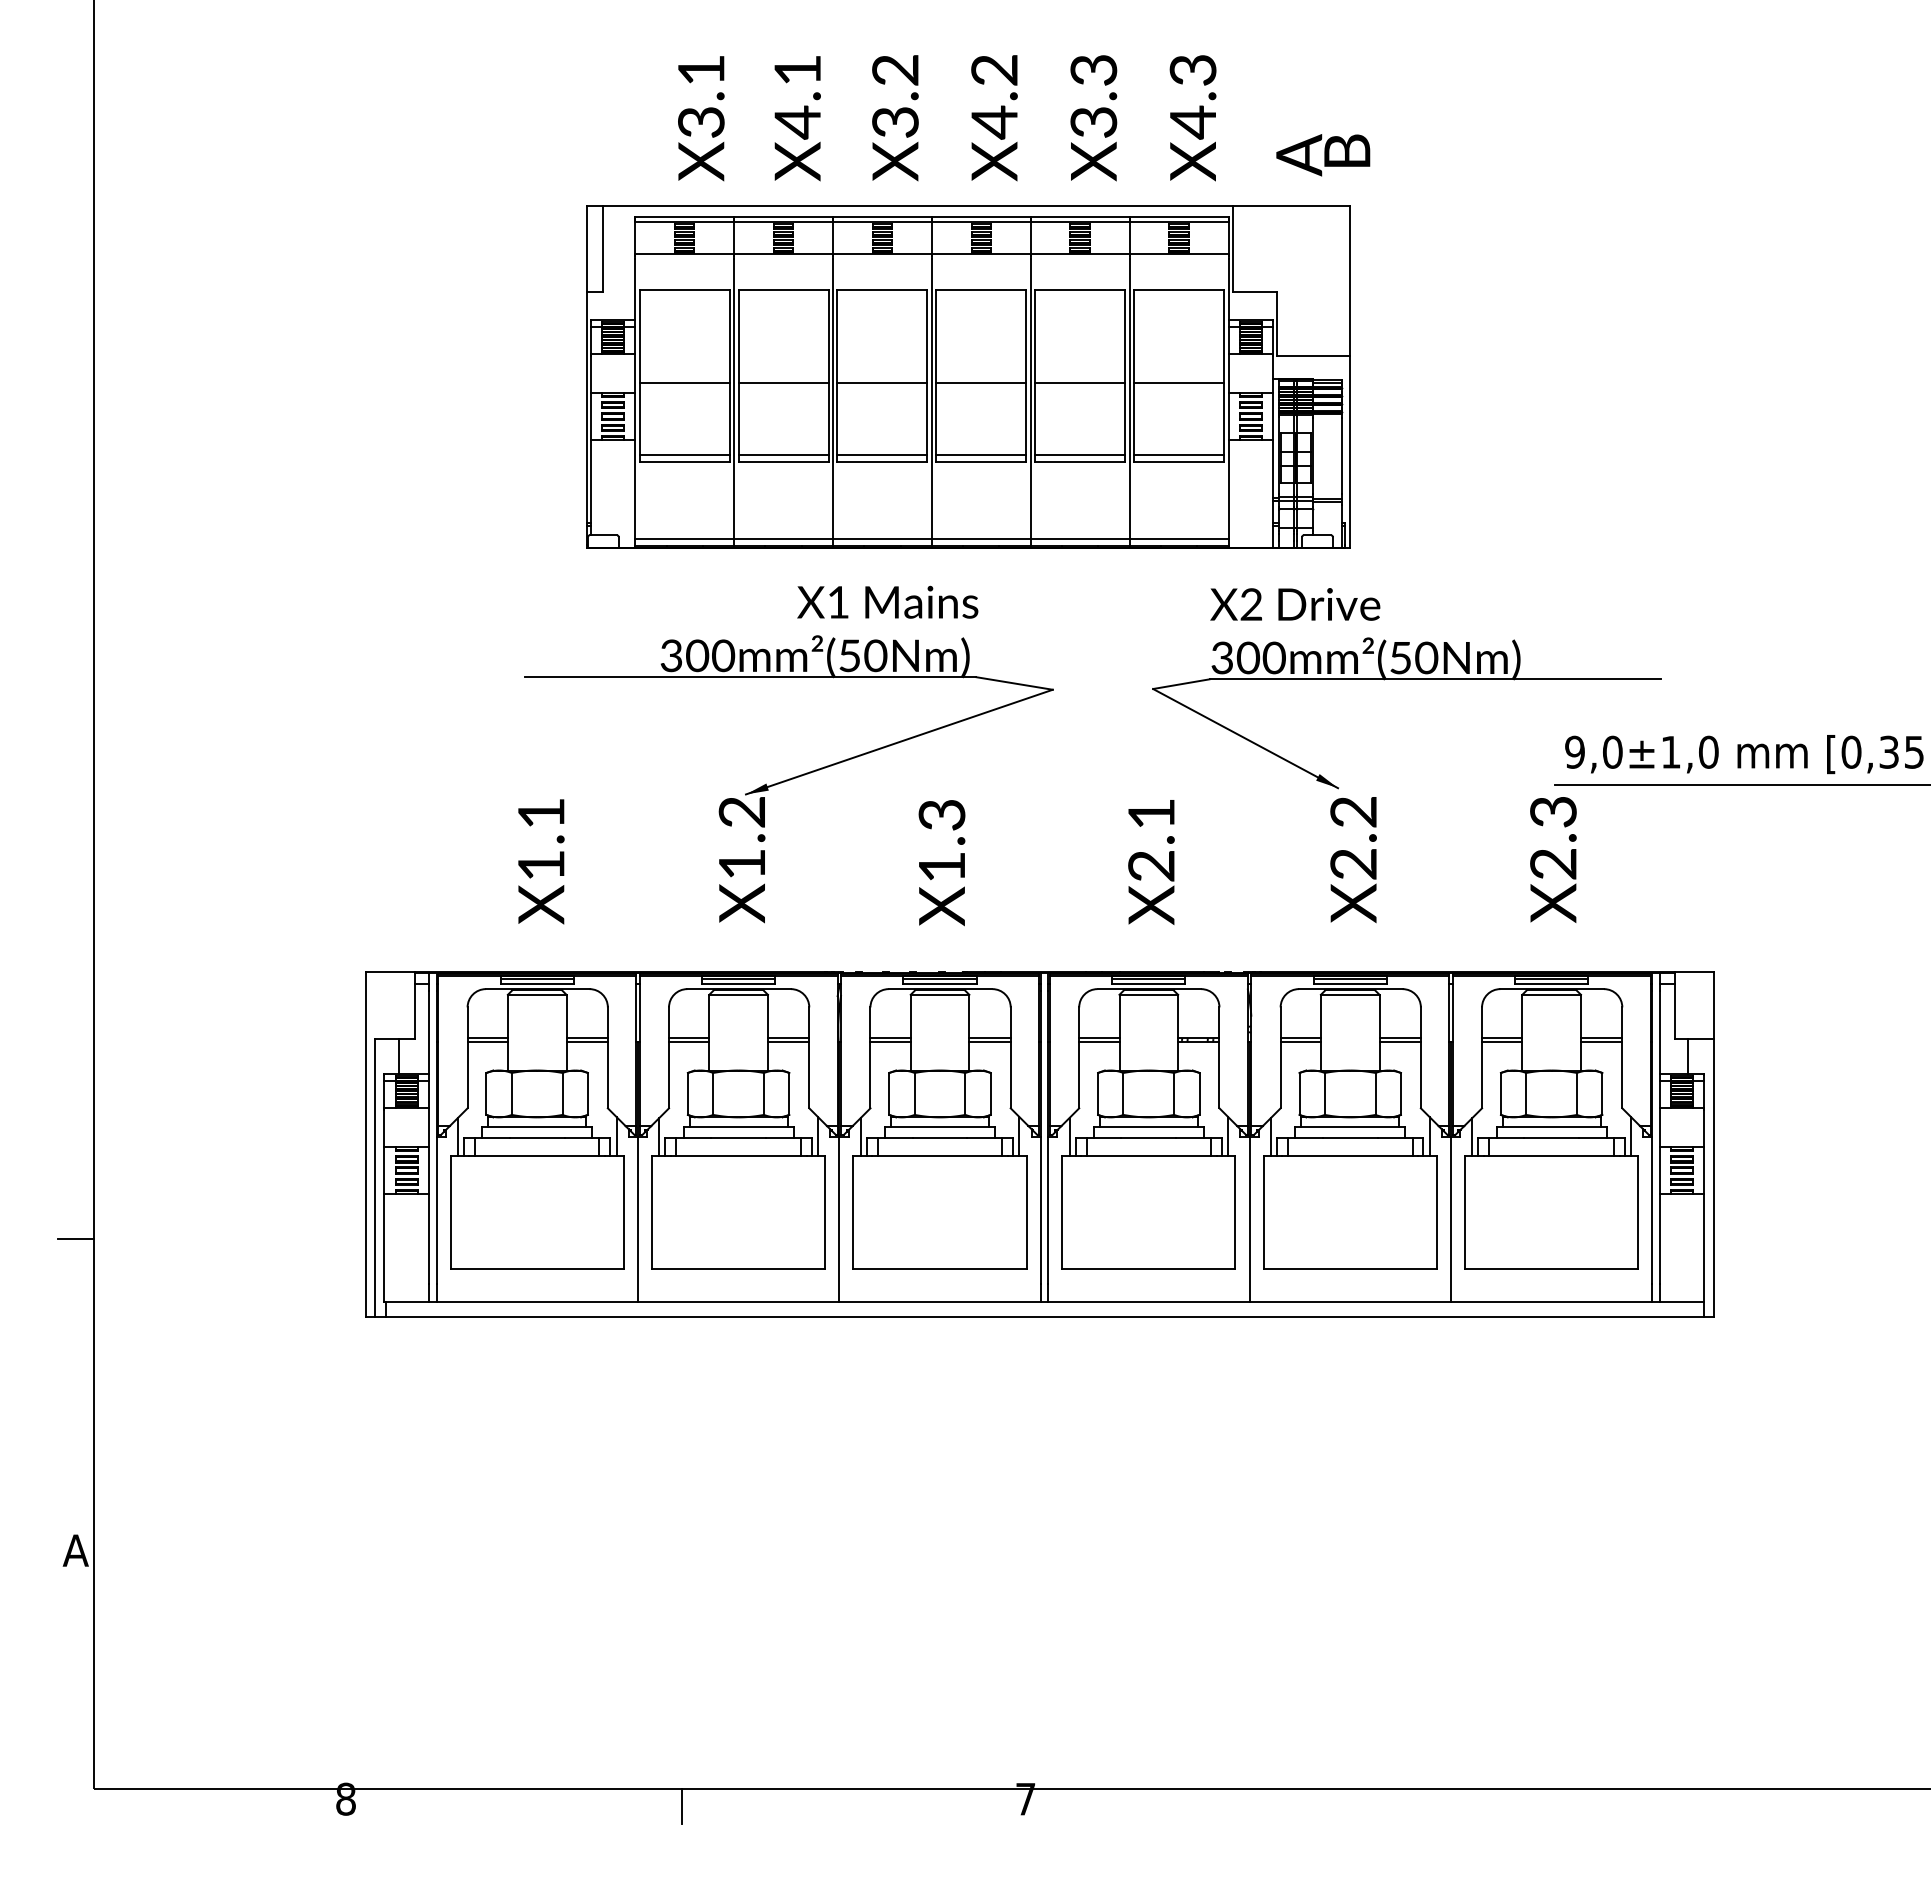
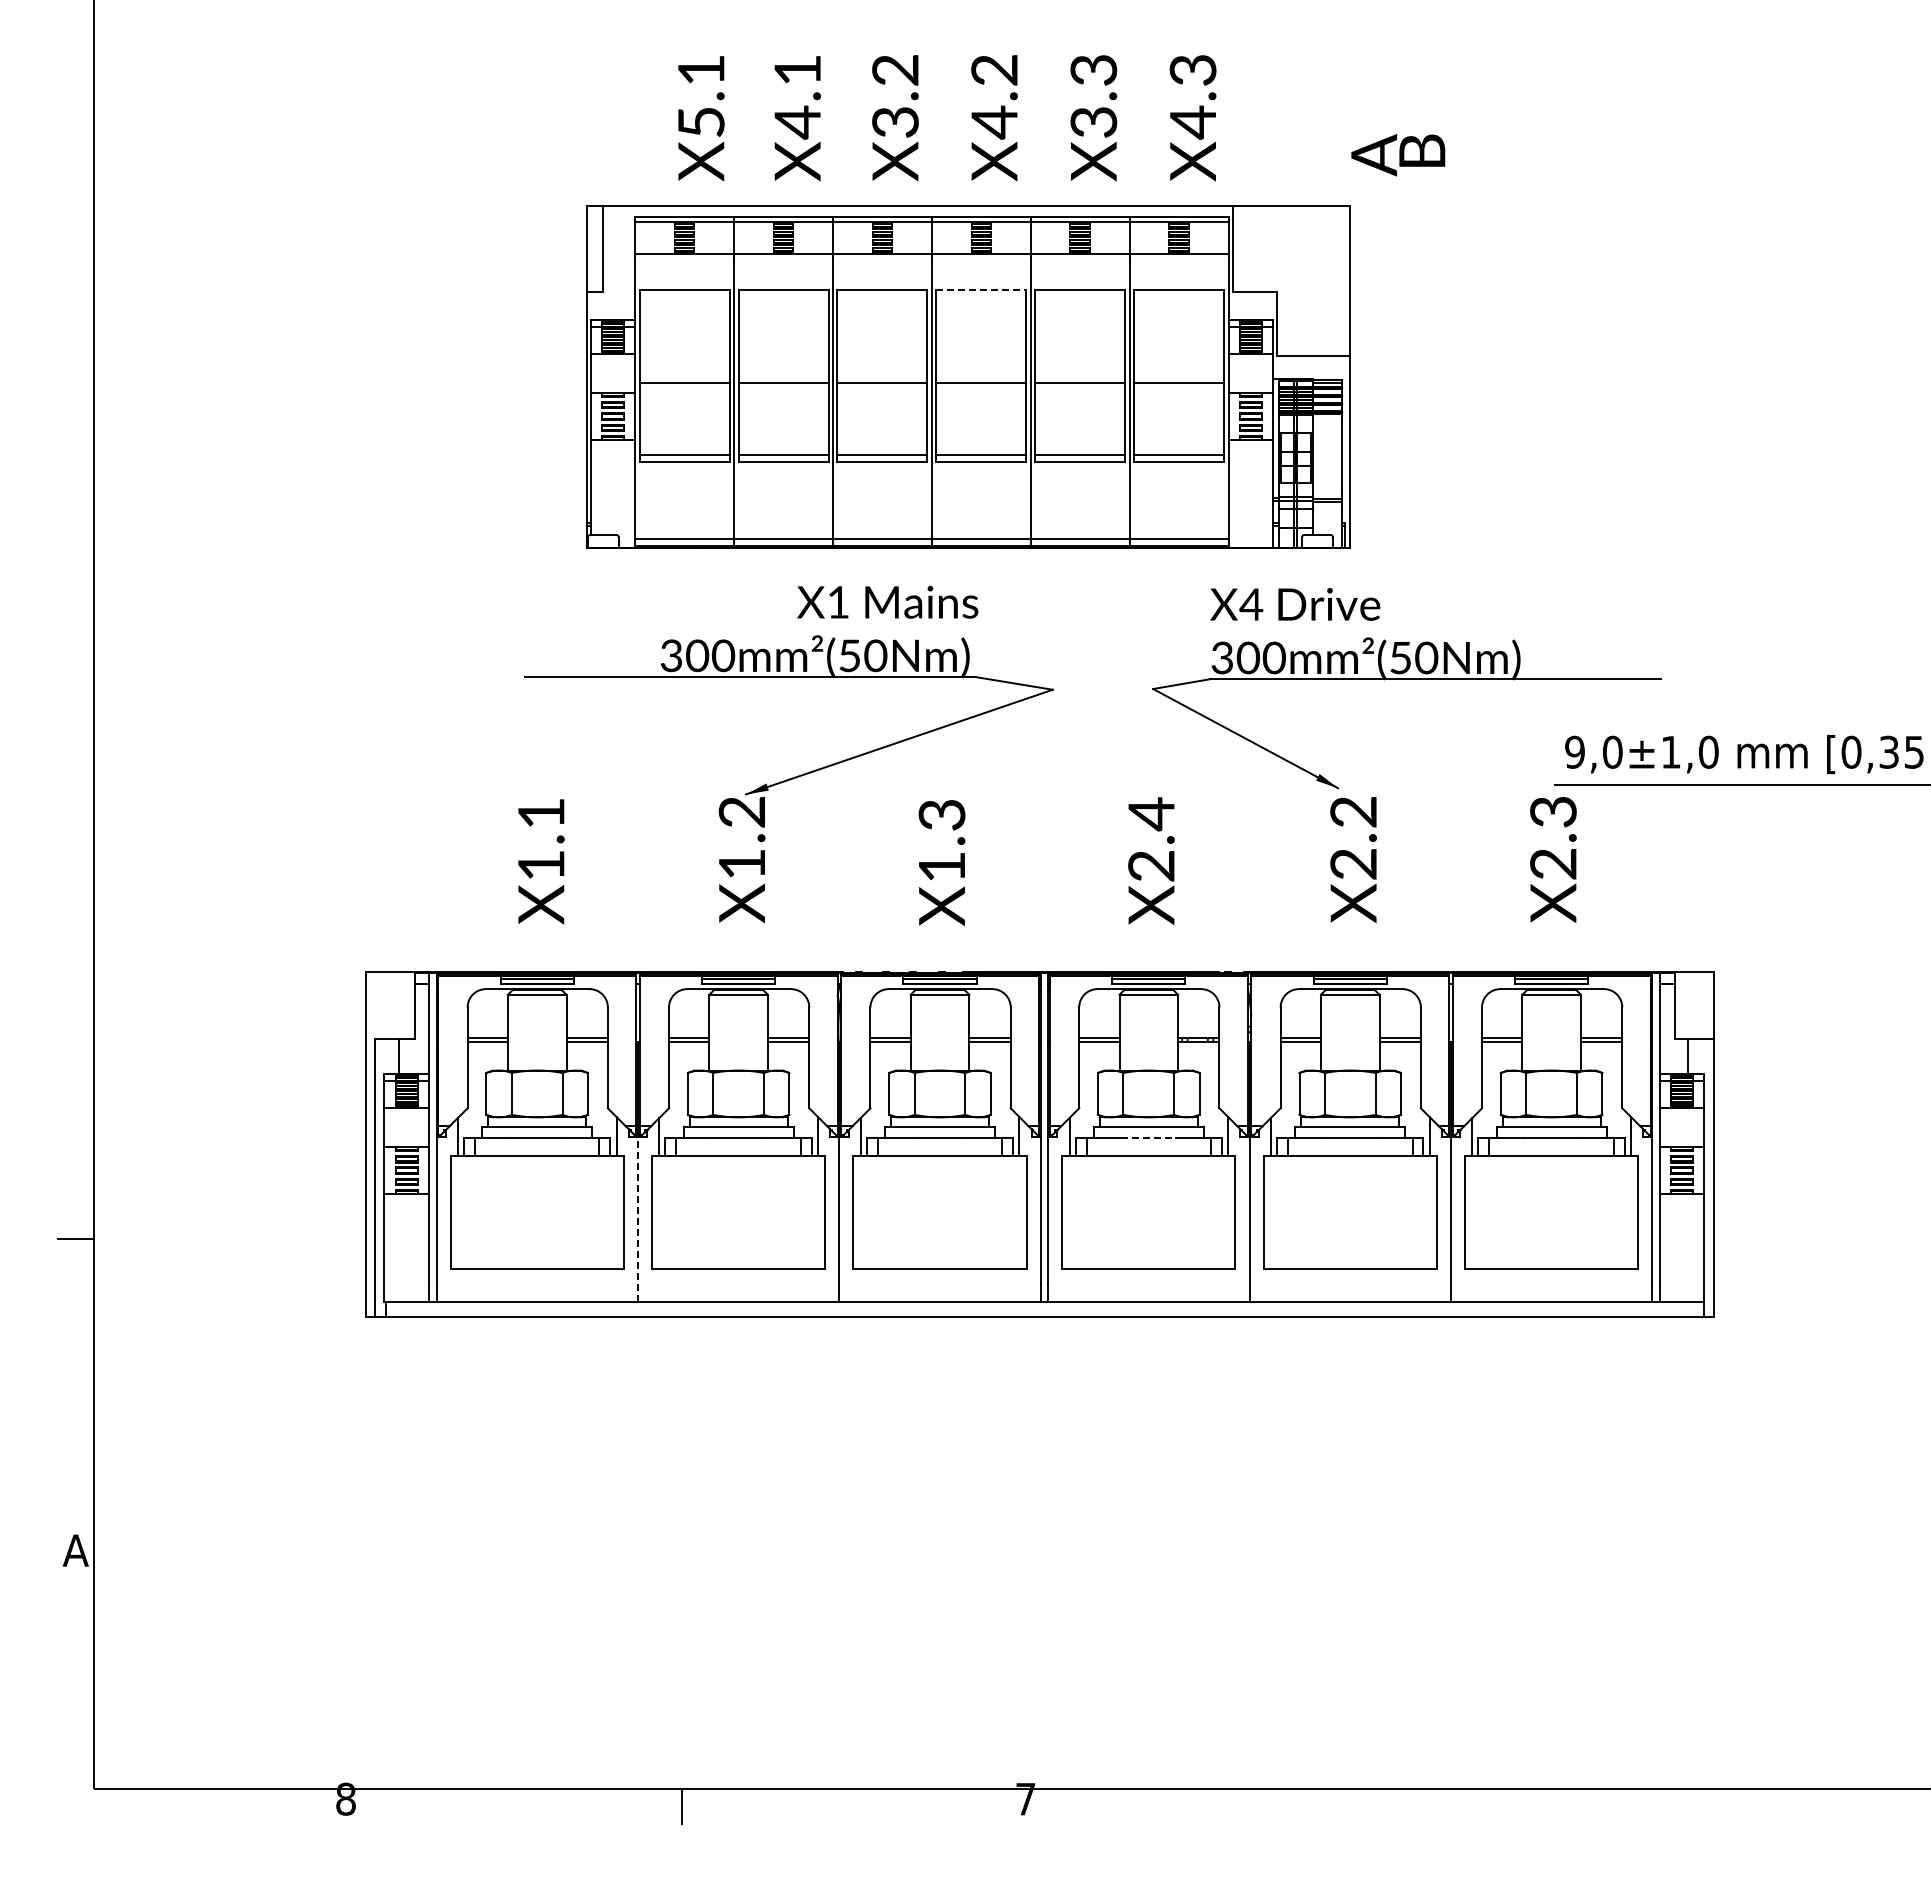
text at (701, 122): X3.1 -> X5.1
text at (1323, 155) position: (1323, 155) -> (1398, 155)
line at (981, 290): solid -> dashed
text at (1251, 604): X2 -> X4
text at (1151, 814): X2.1 -> X2.4
line at (1149, 1137): solid -> dashed
line at (637, 1219): solid -> dashed
